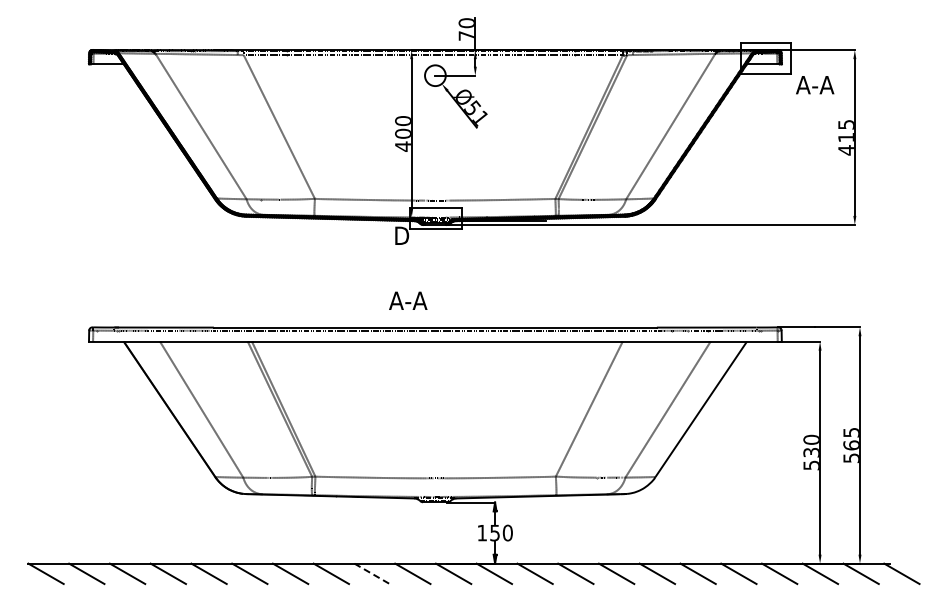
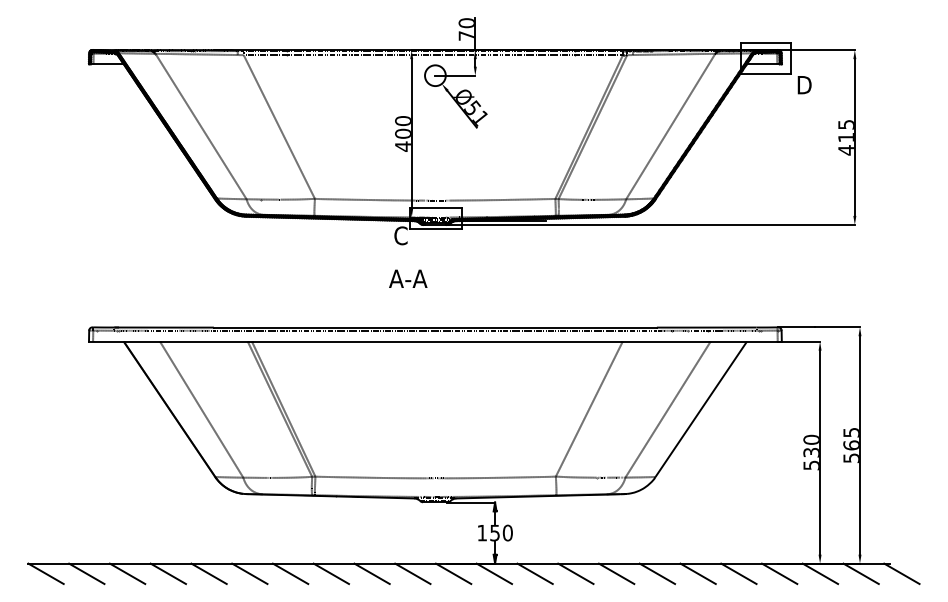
text at (815, 85): A-A -> D
text at (401, 235): D -> C
text at (408, 300) position: (408, 300) -> (408, 278)
line at (372, 574): dashed -> solid
